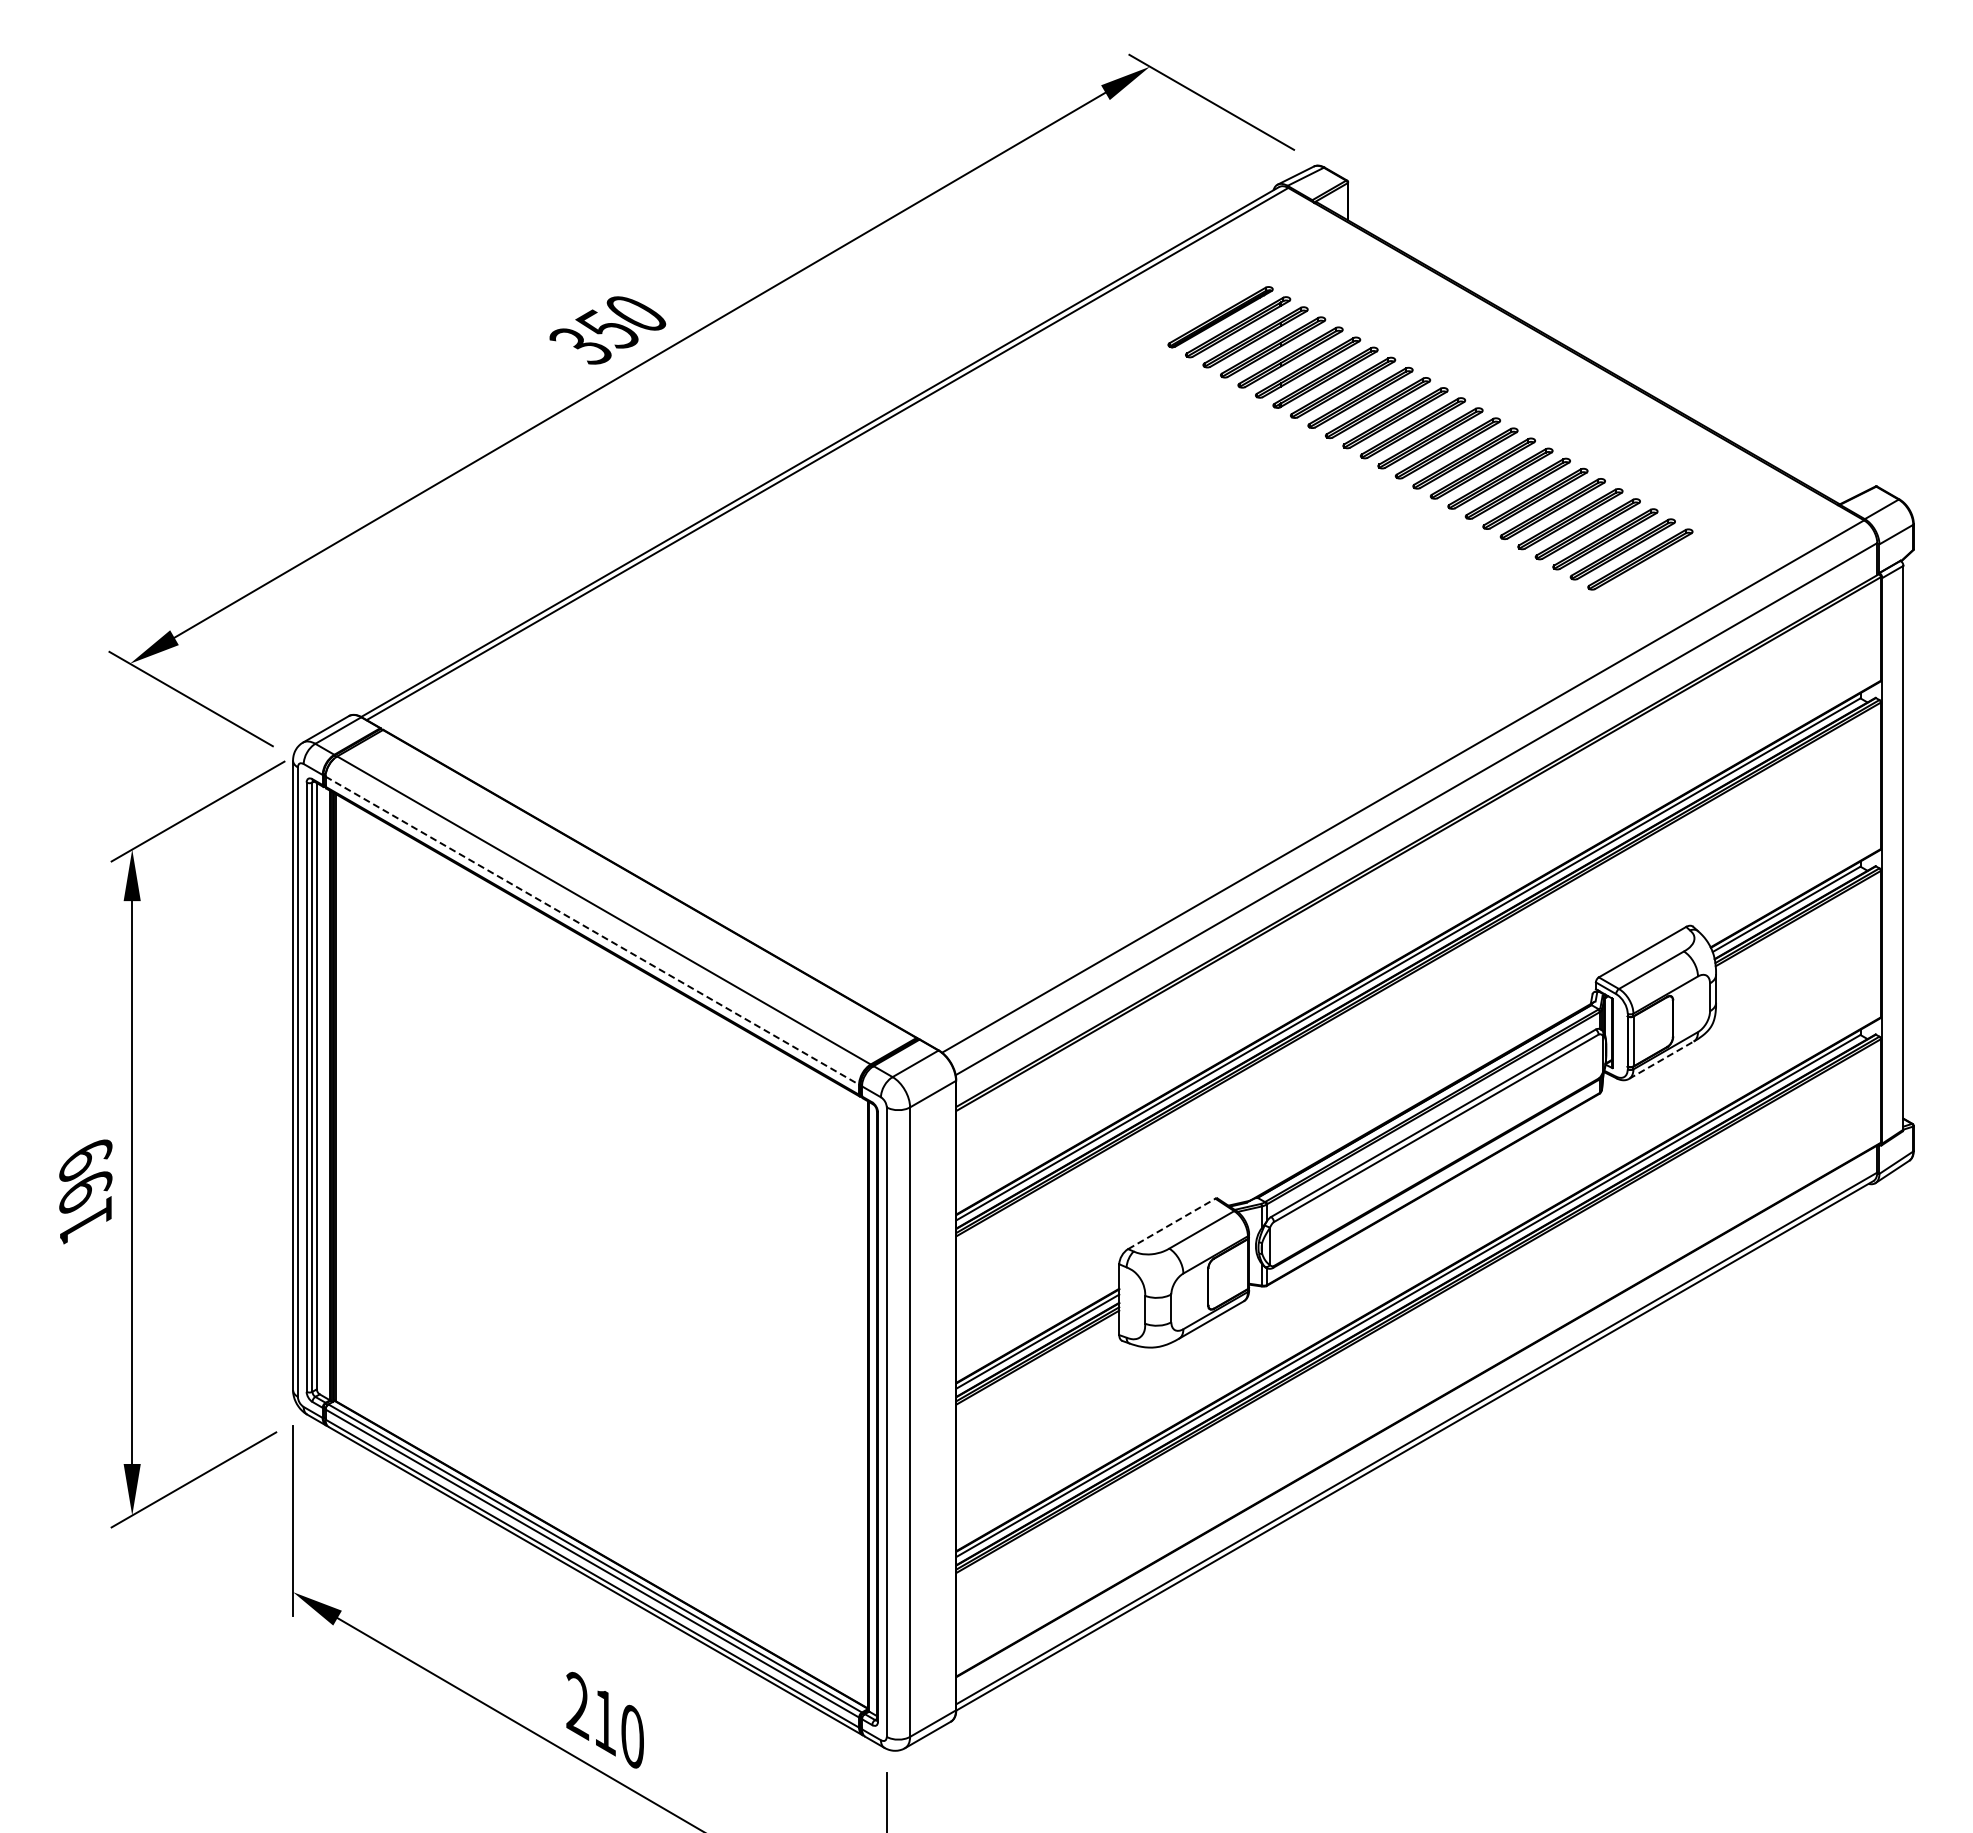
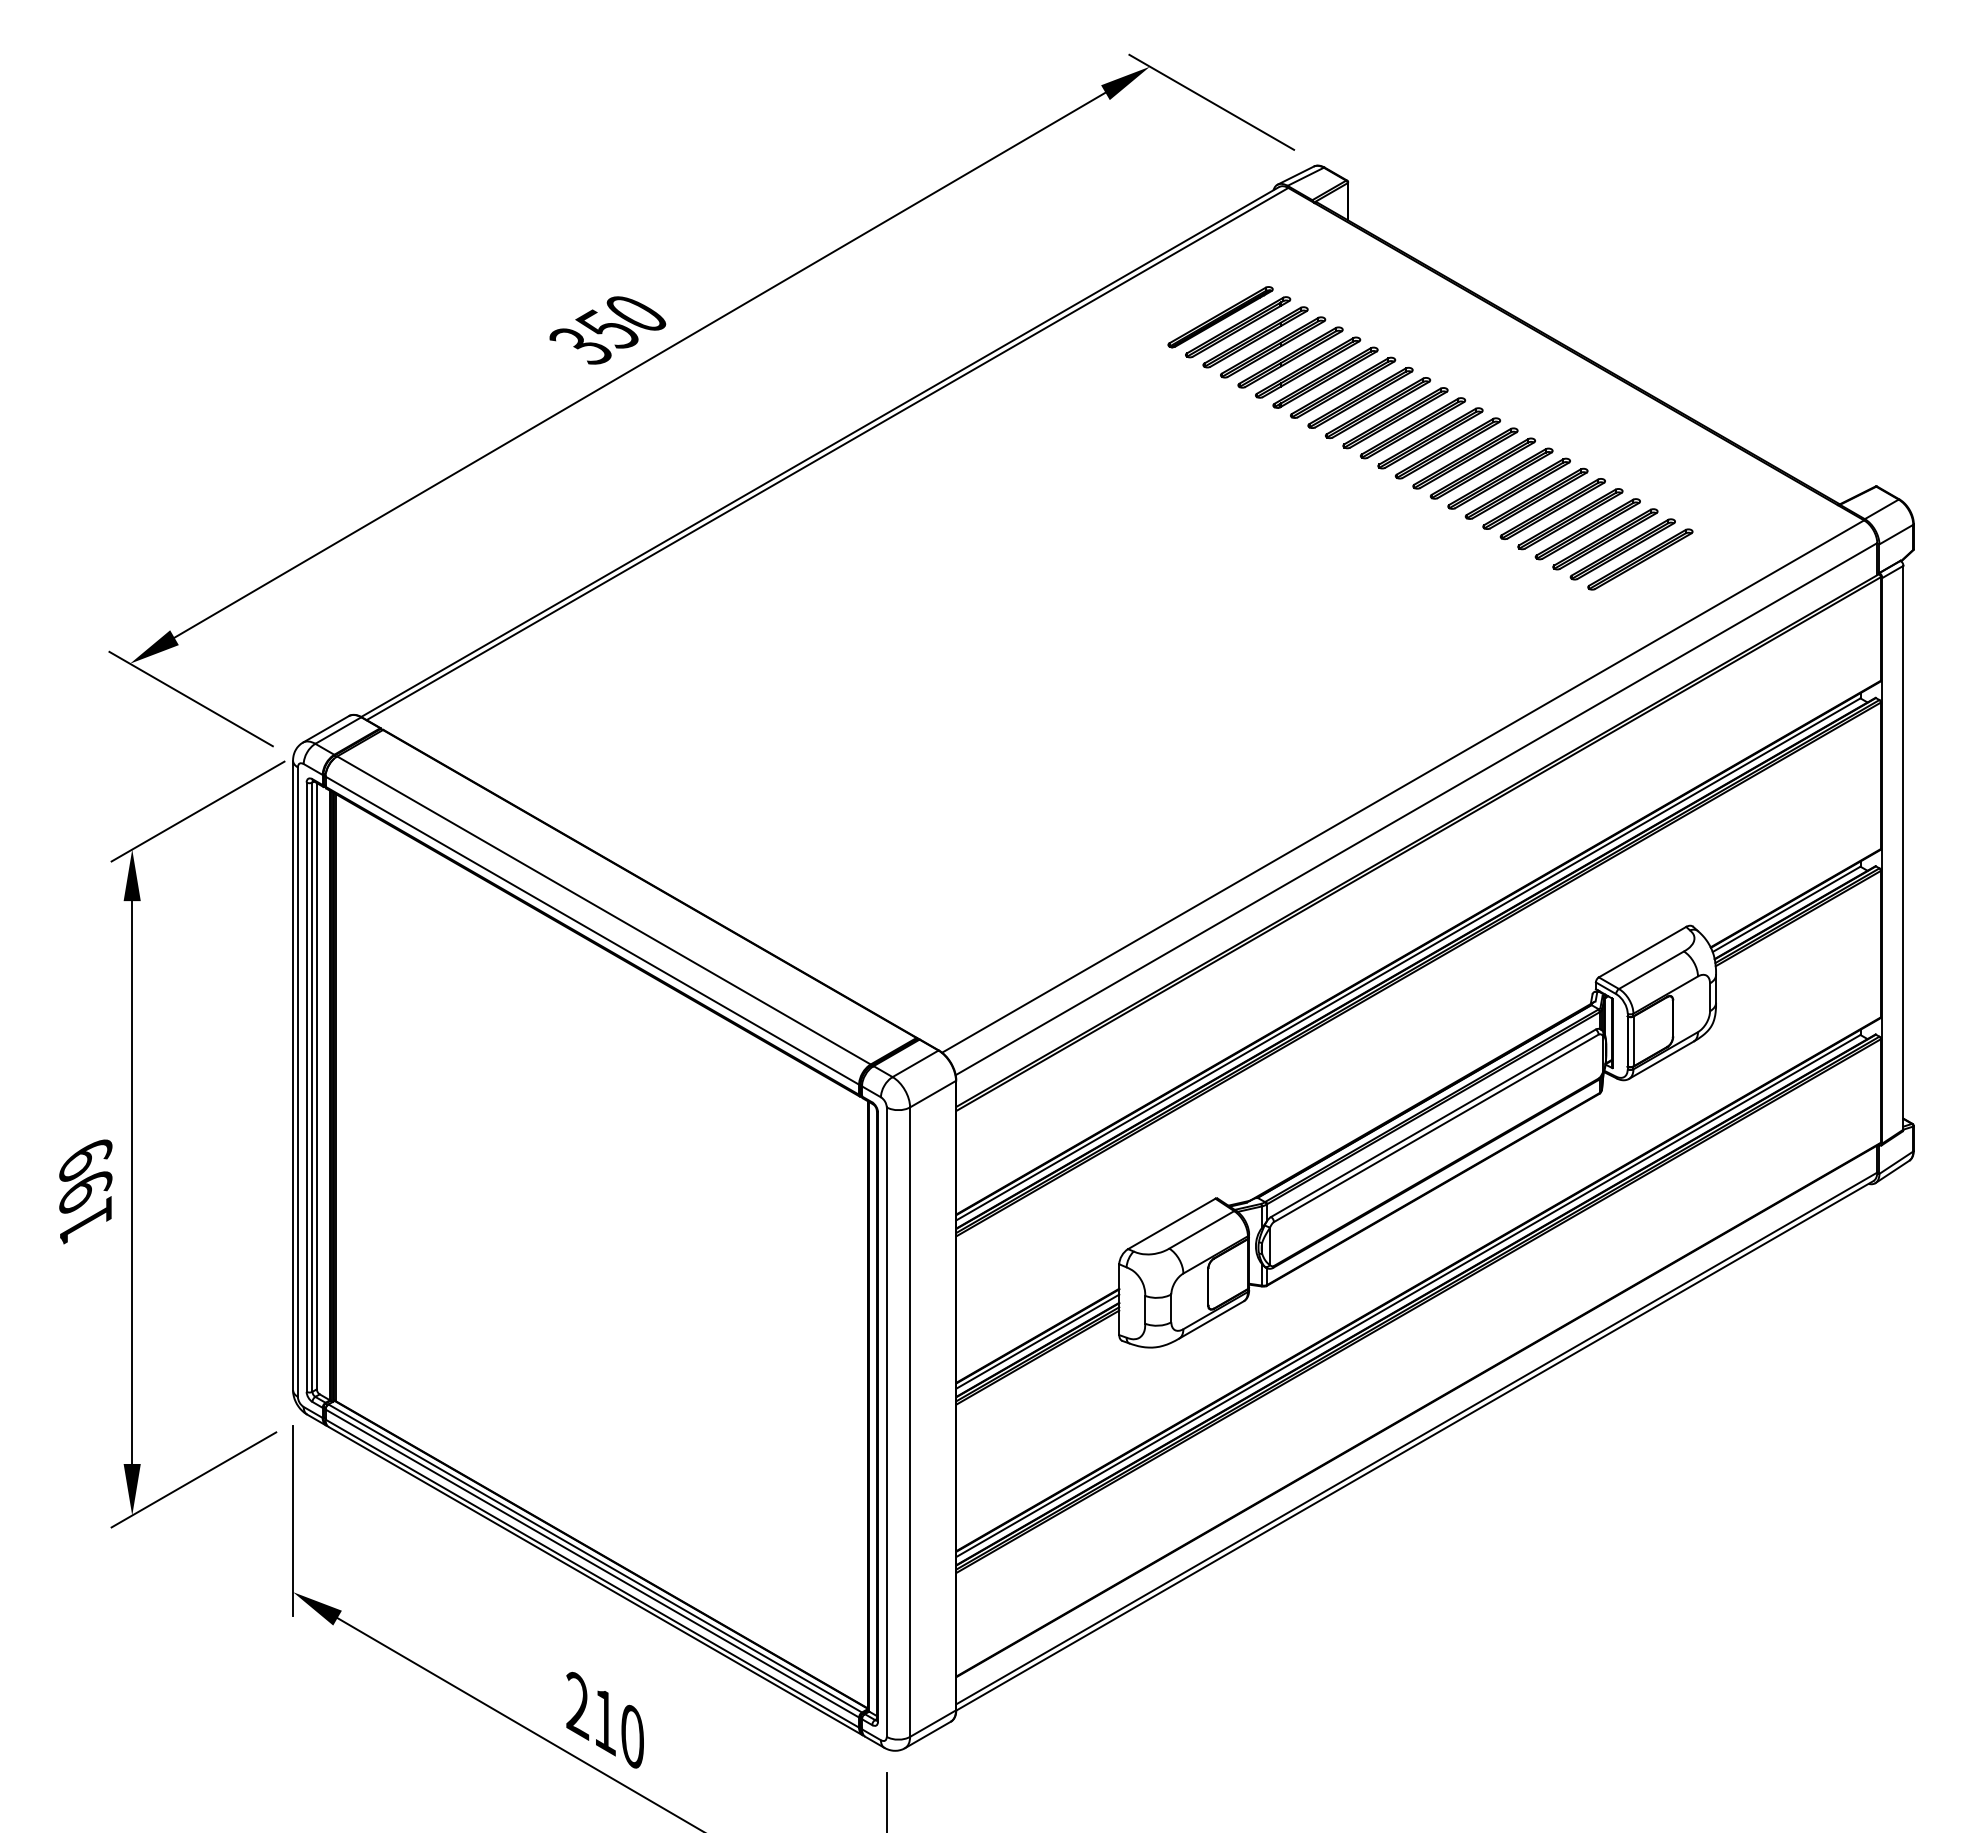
line at (592, 930): dashed -> solid
line at (1661, 1059): dashed -> solid
line at (1172, 1223): dashed -> solid
